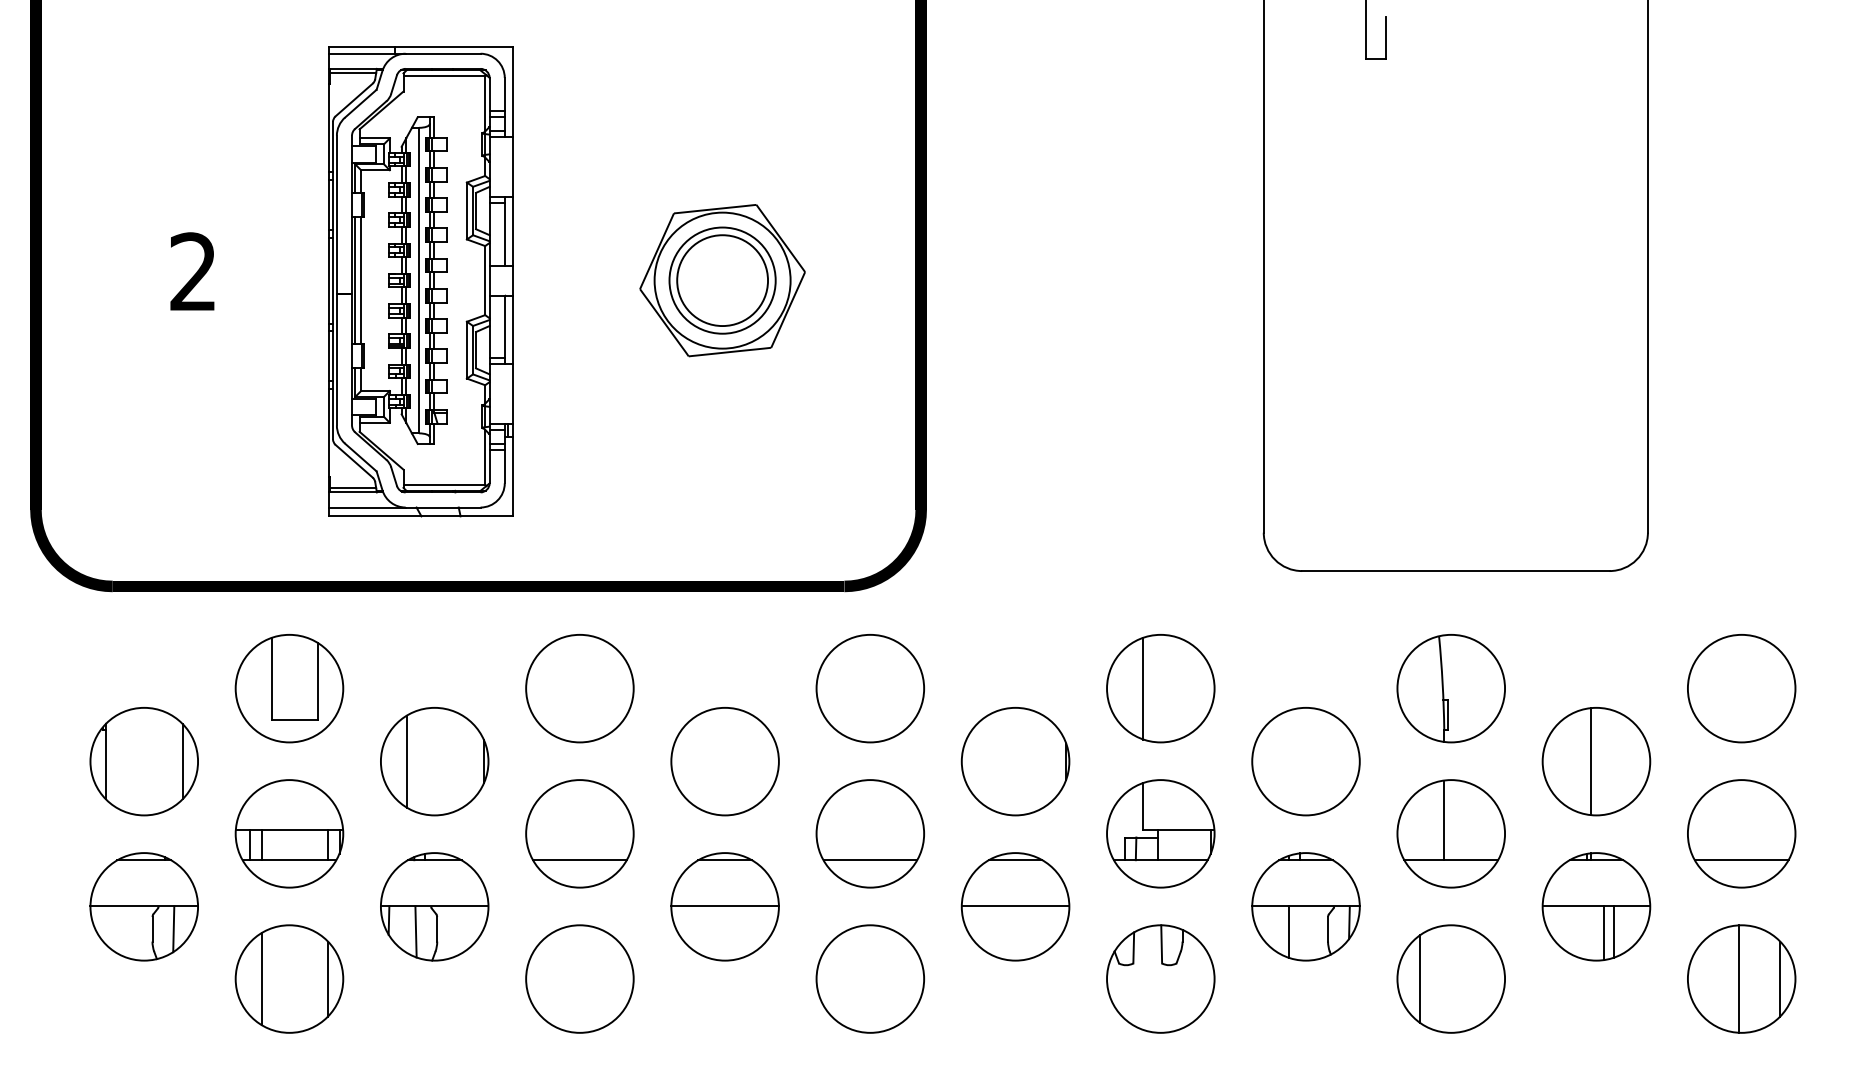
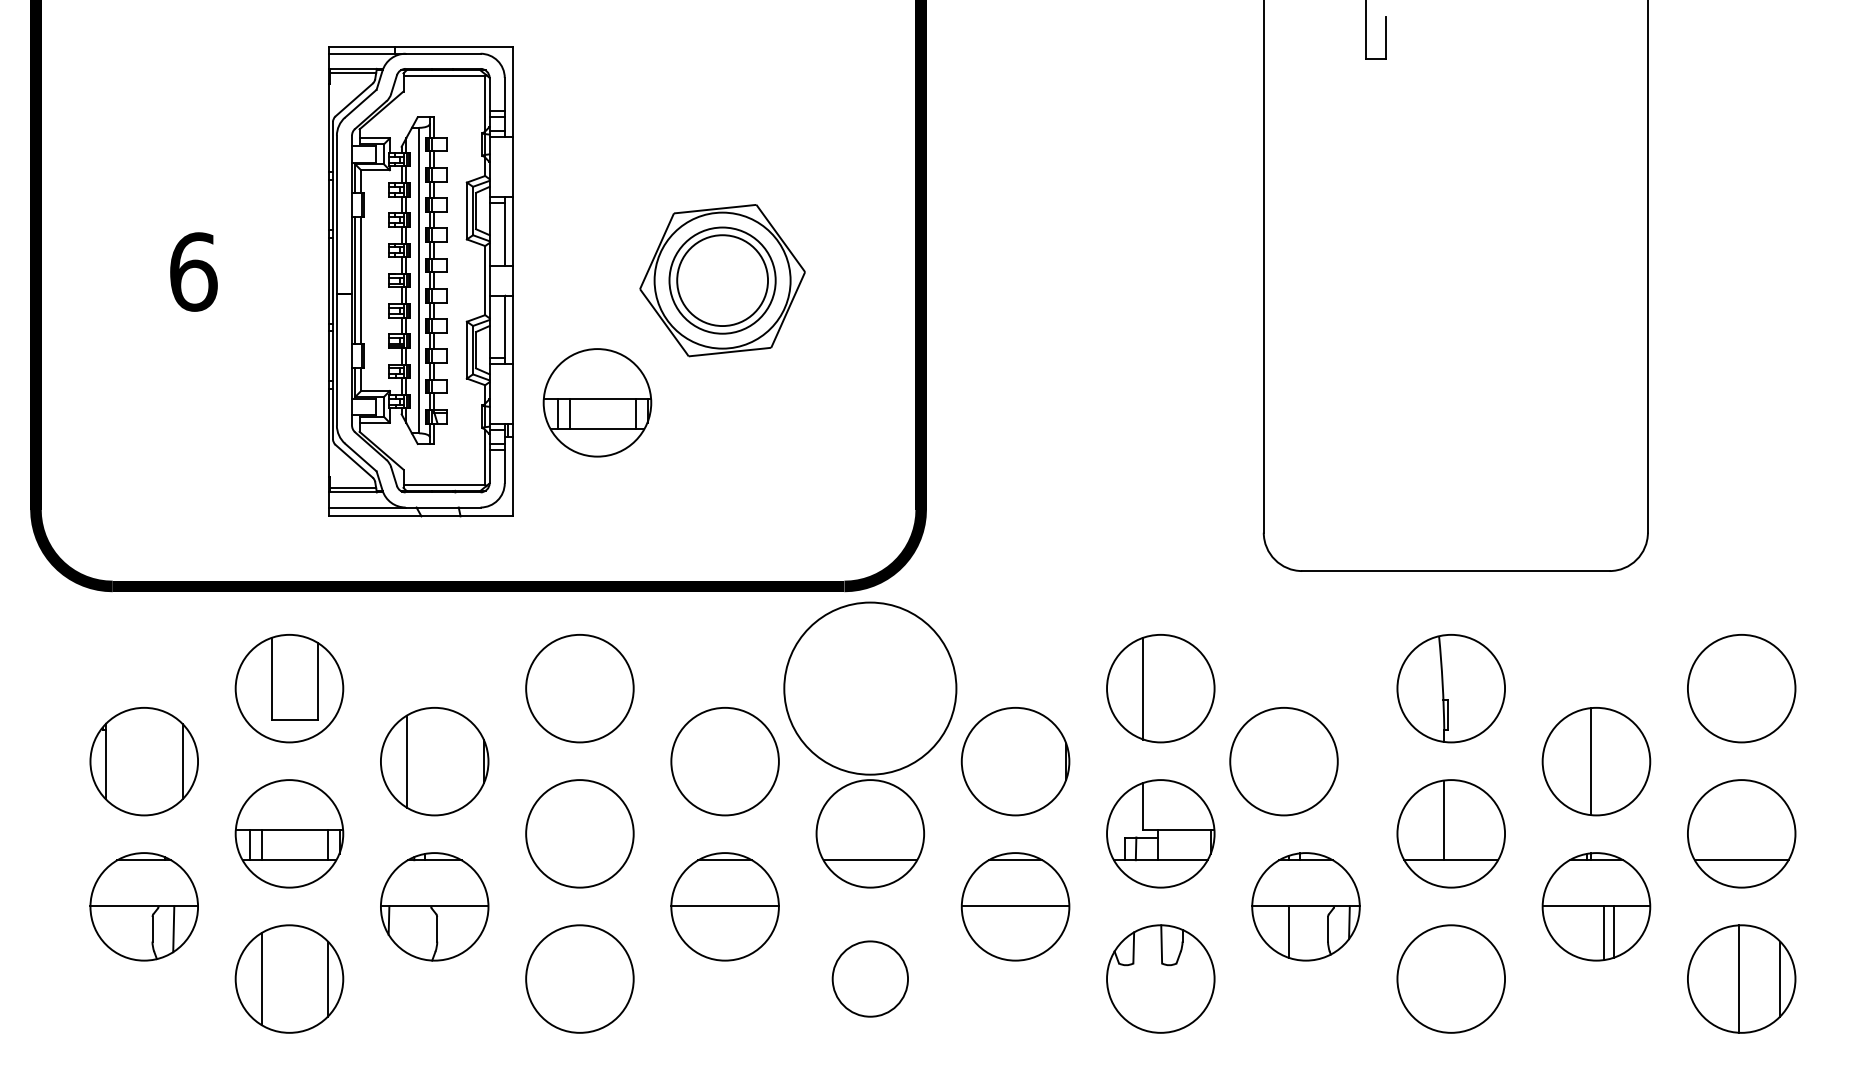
text at (193, 271): 2 -> 6
part at (597, 402): none -> present
circle at (870, 688) diameter: 108 px -> 172 px
circle at (1305, 761) position: (1305, 761) -> (1283, 761)
line at (579, 860): present -> none
line at (415, 931): present -> none
circle at (870, 978) diameter: 108 px -> 75 px
line at (1420, 978): present -> none
